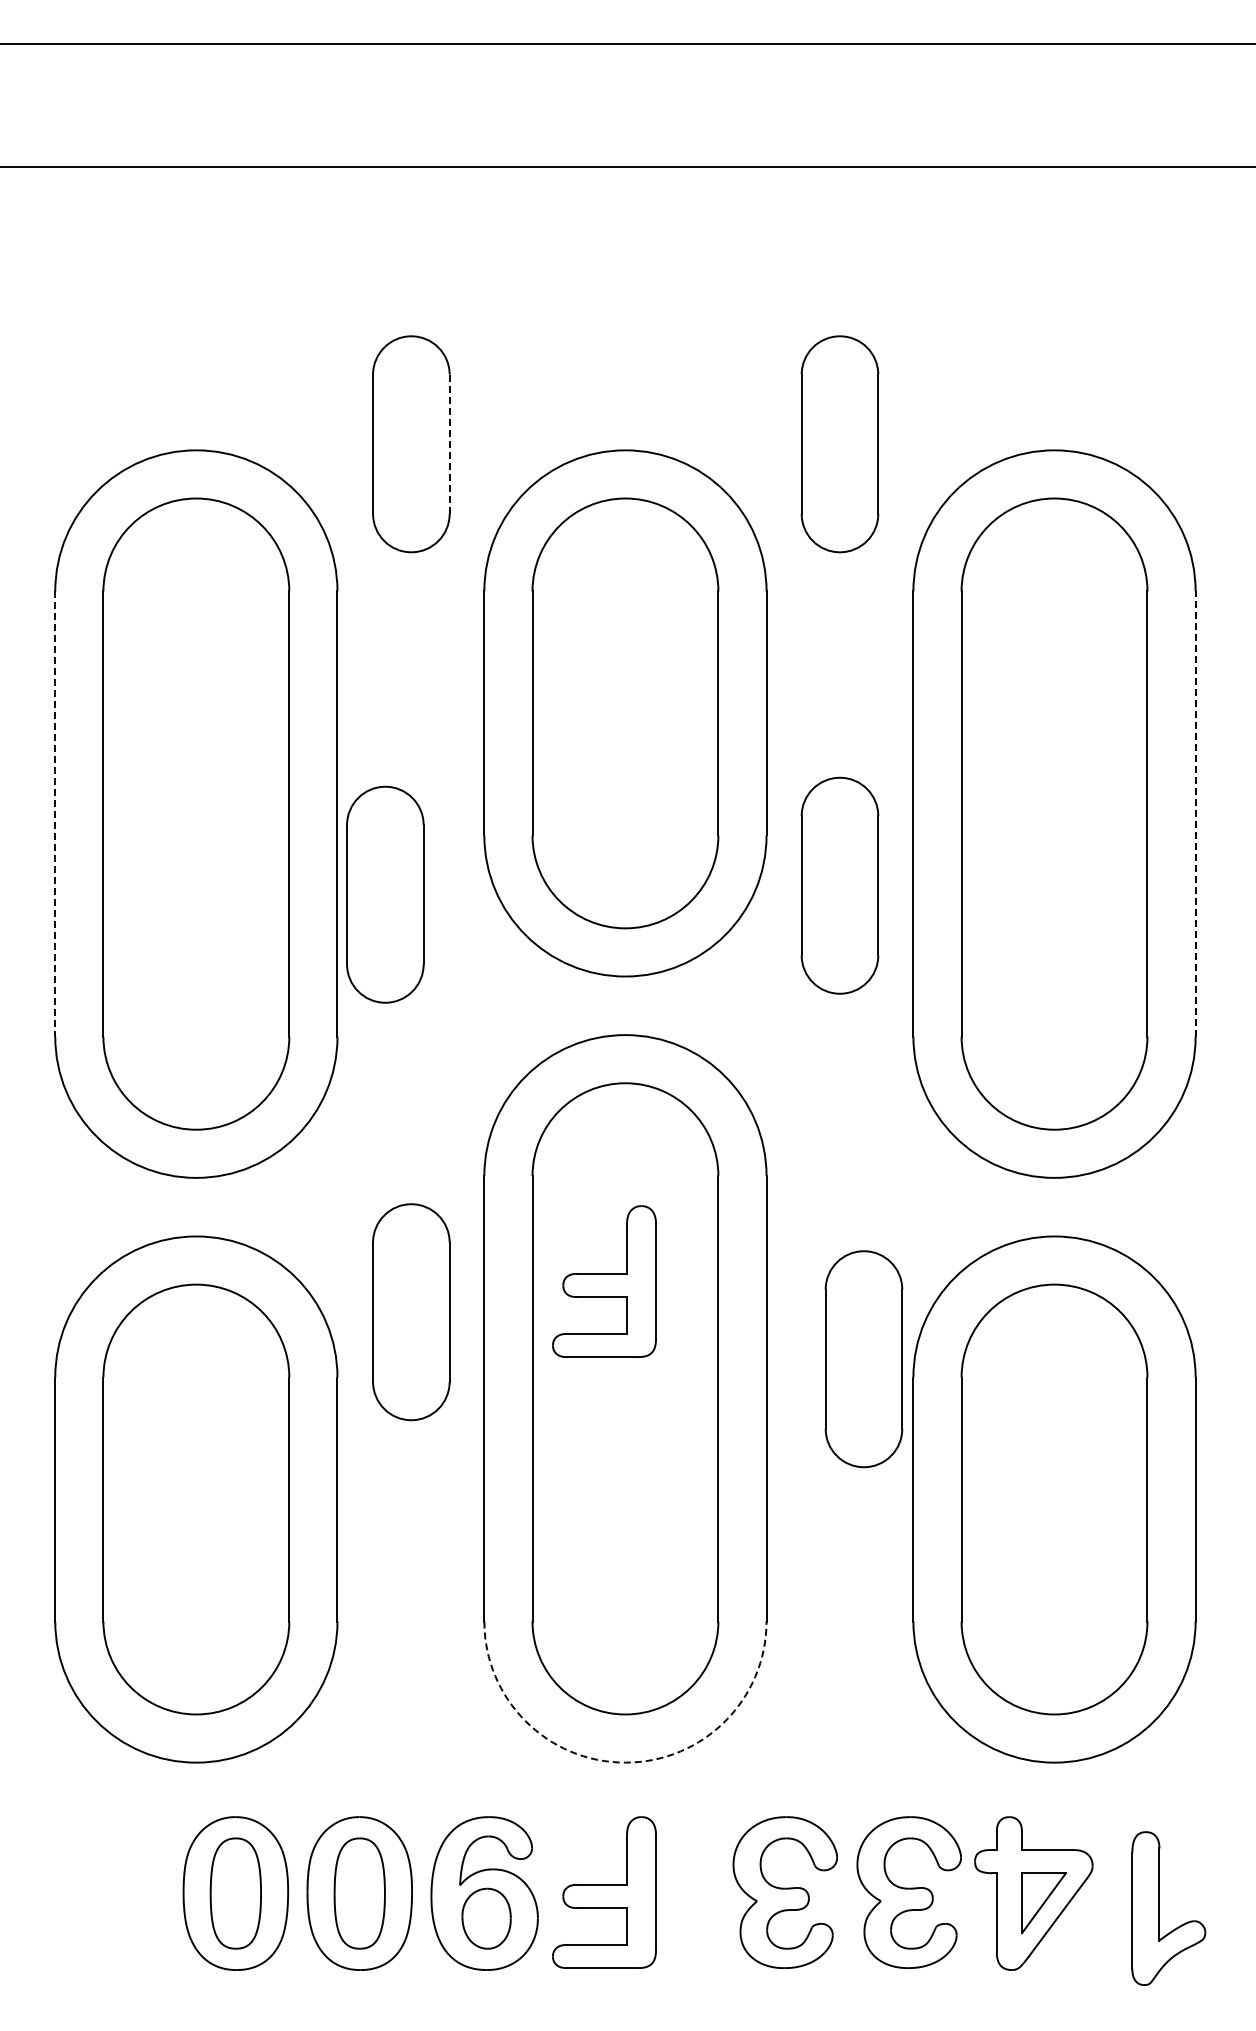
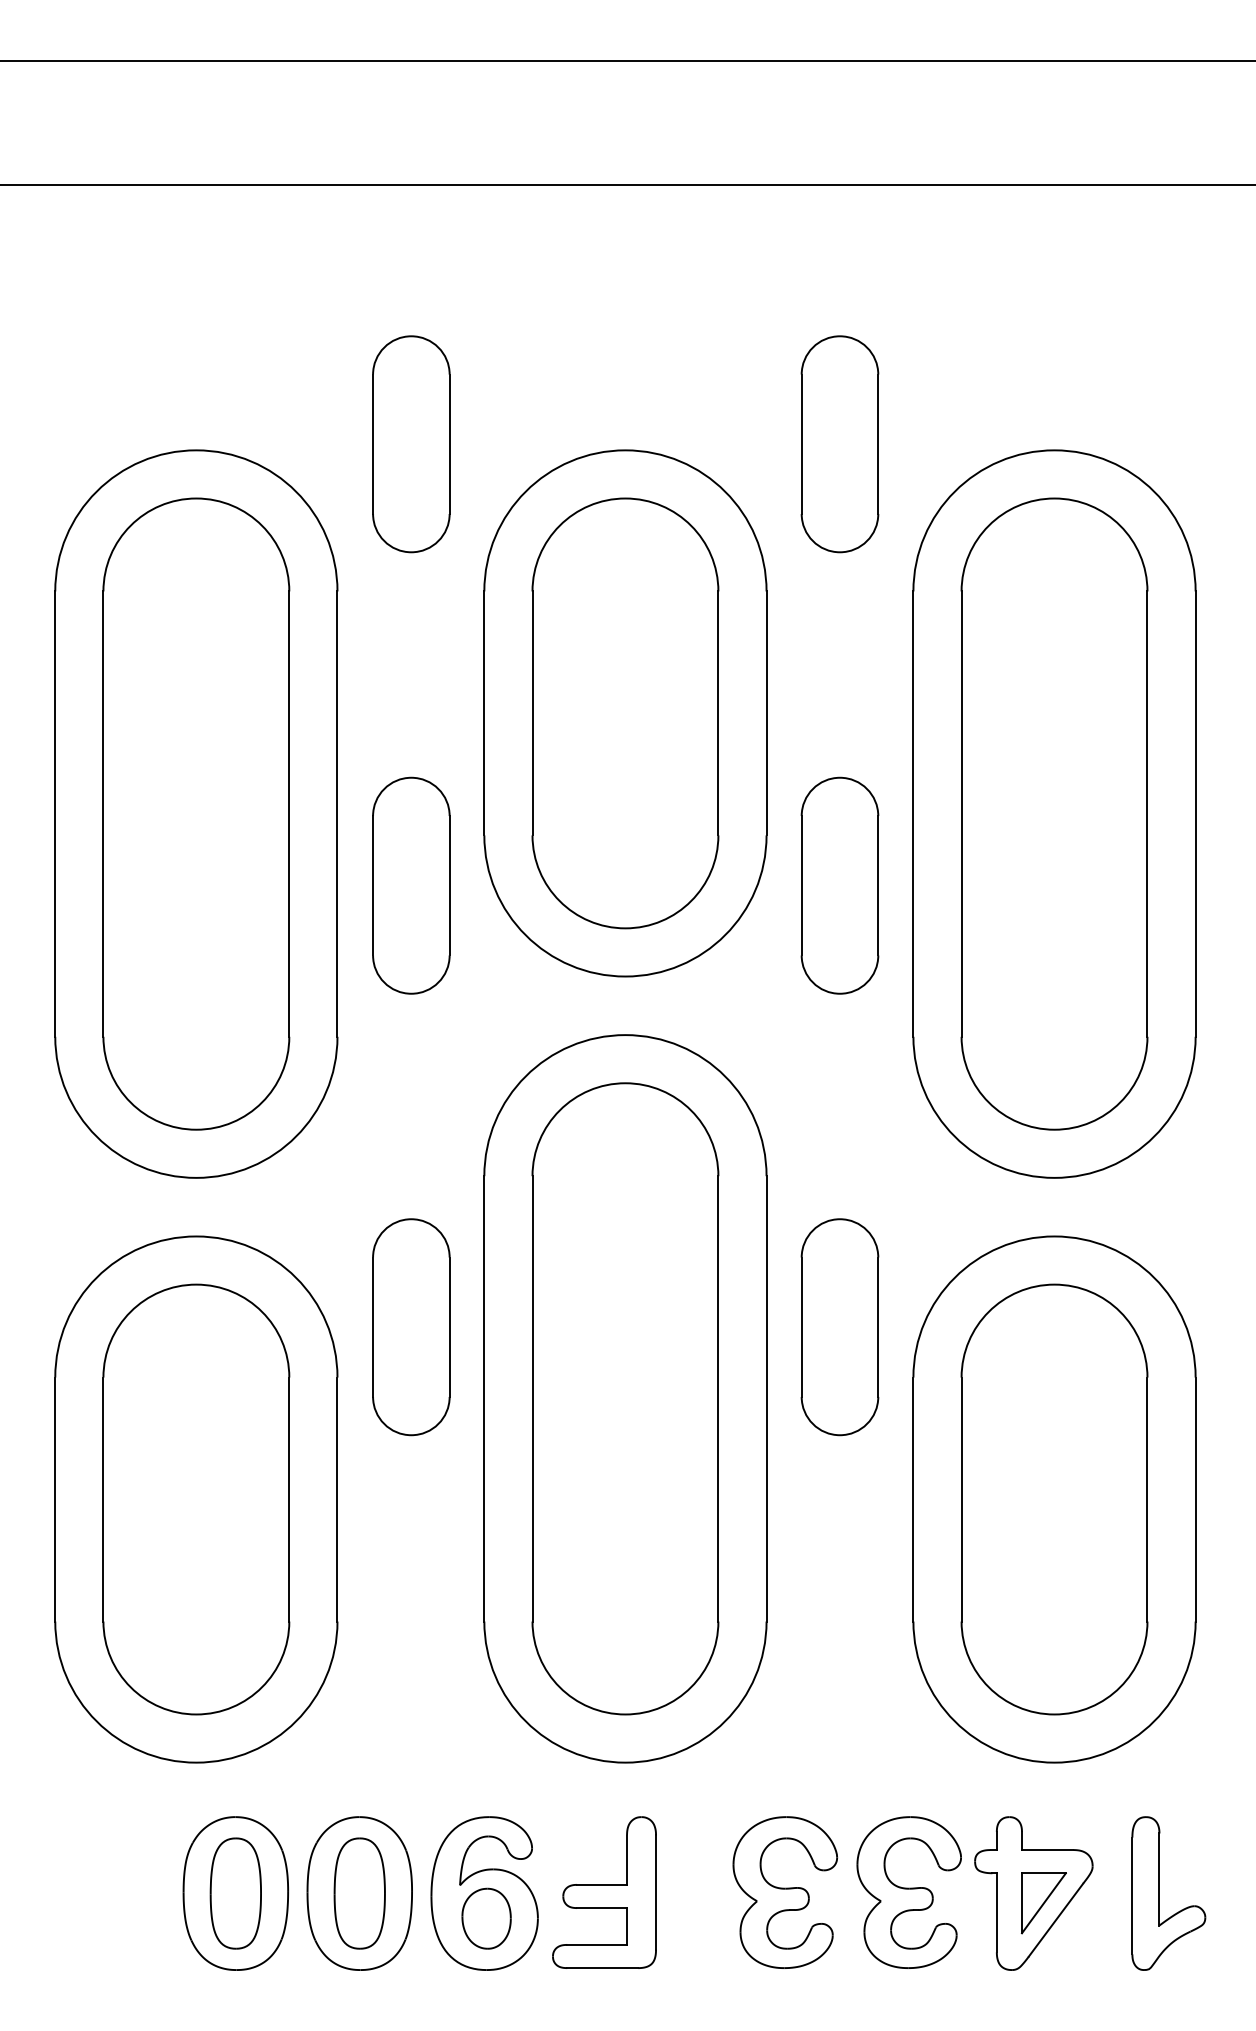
line at (627, 43) position: (627, 43) -> (627, 60)
line at (627, 166) position: (627, 166) -> (627, 184)
line at (449, 444): dashed -> solid
line at (55, 814): dashed -> solid
line at (1195, 814): dashed -> solid
part at (385, 894) position: (385, 894) -> (411, 885)
part at (604, 1281): present -> none
part at (411, 1312) position: (411, 1312) -> (411, 1327)
part at (863, 1359) position: (863, 1359) -> (839, 1327)
arc at (625, 1762): dashed -> solid
part at (1159, 1908) position: (1159, 1908) -> (1159, 1893)
